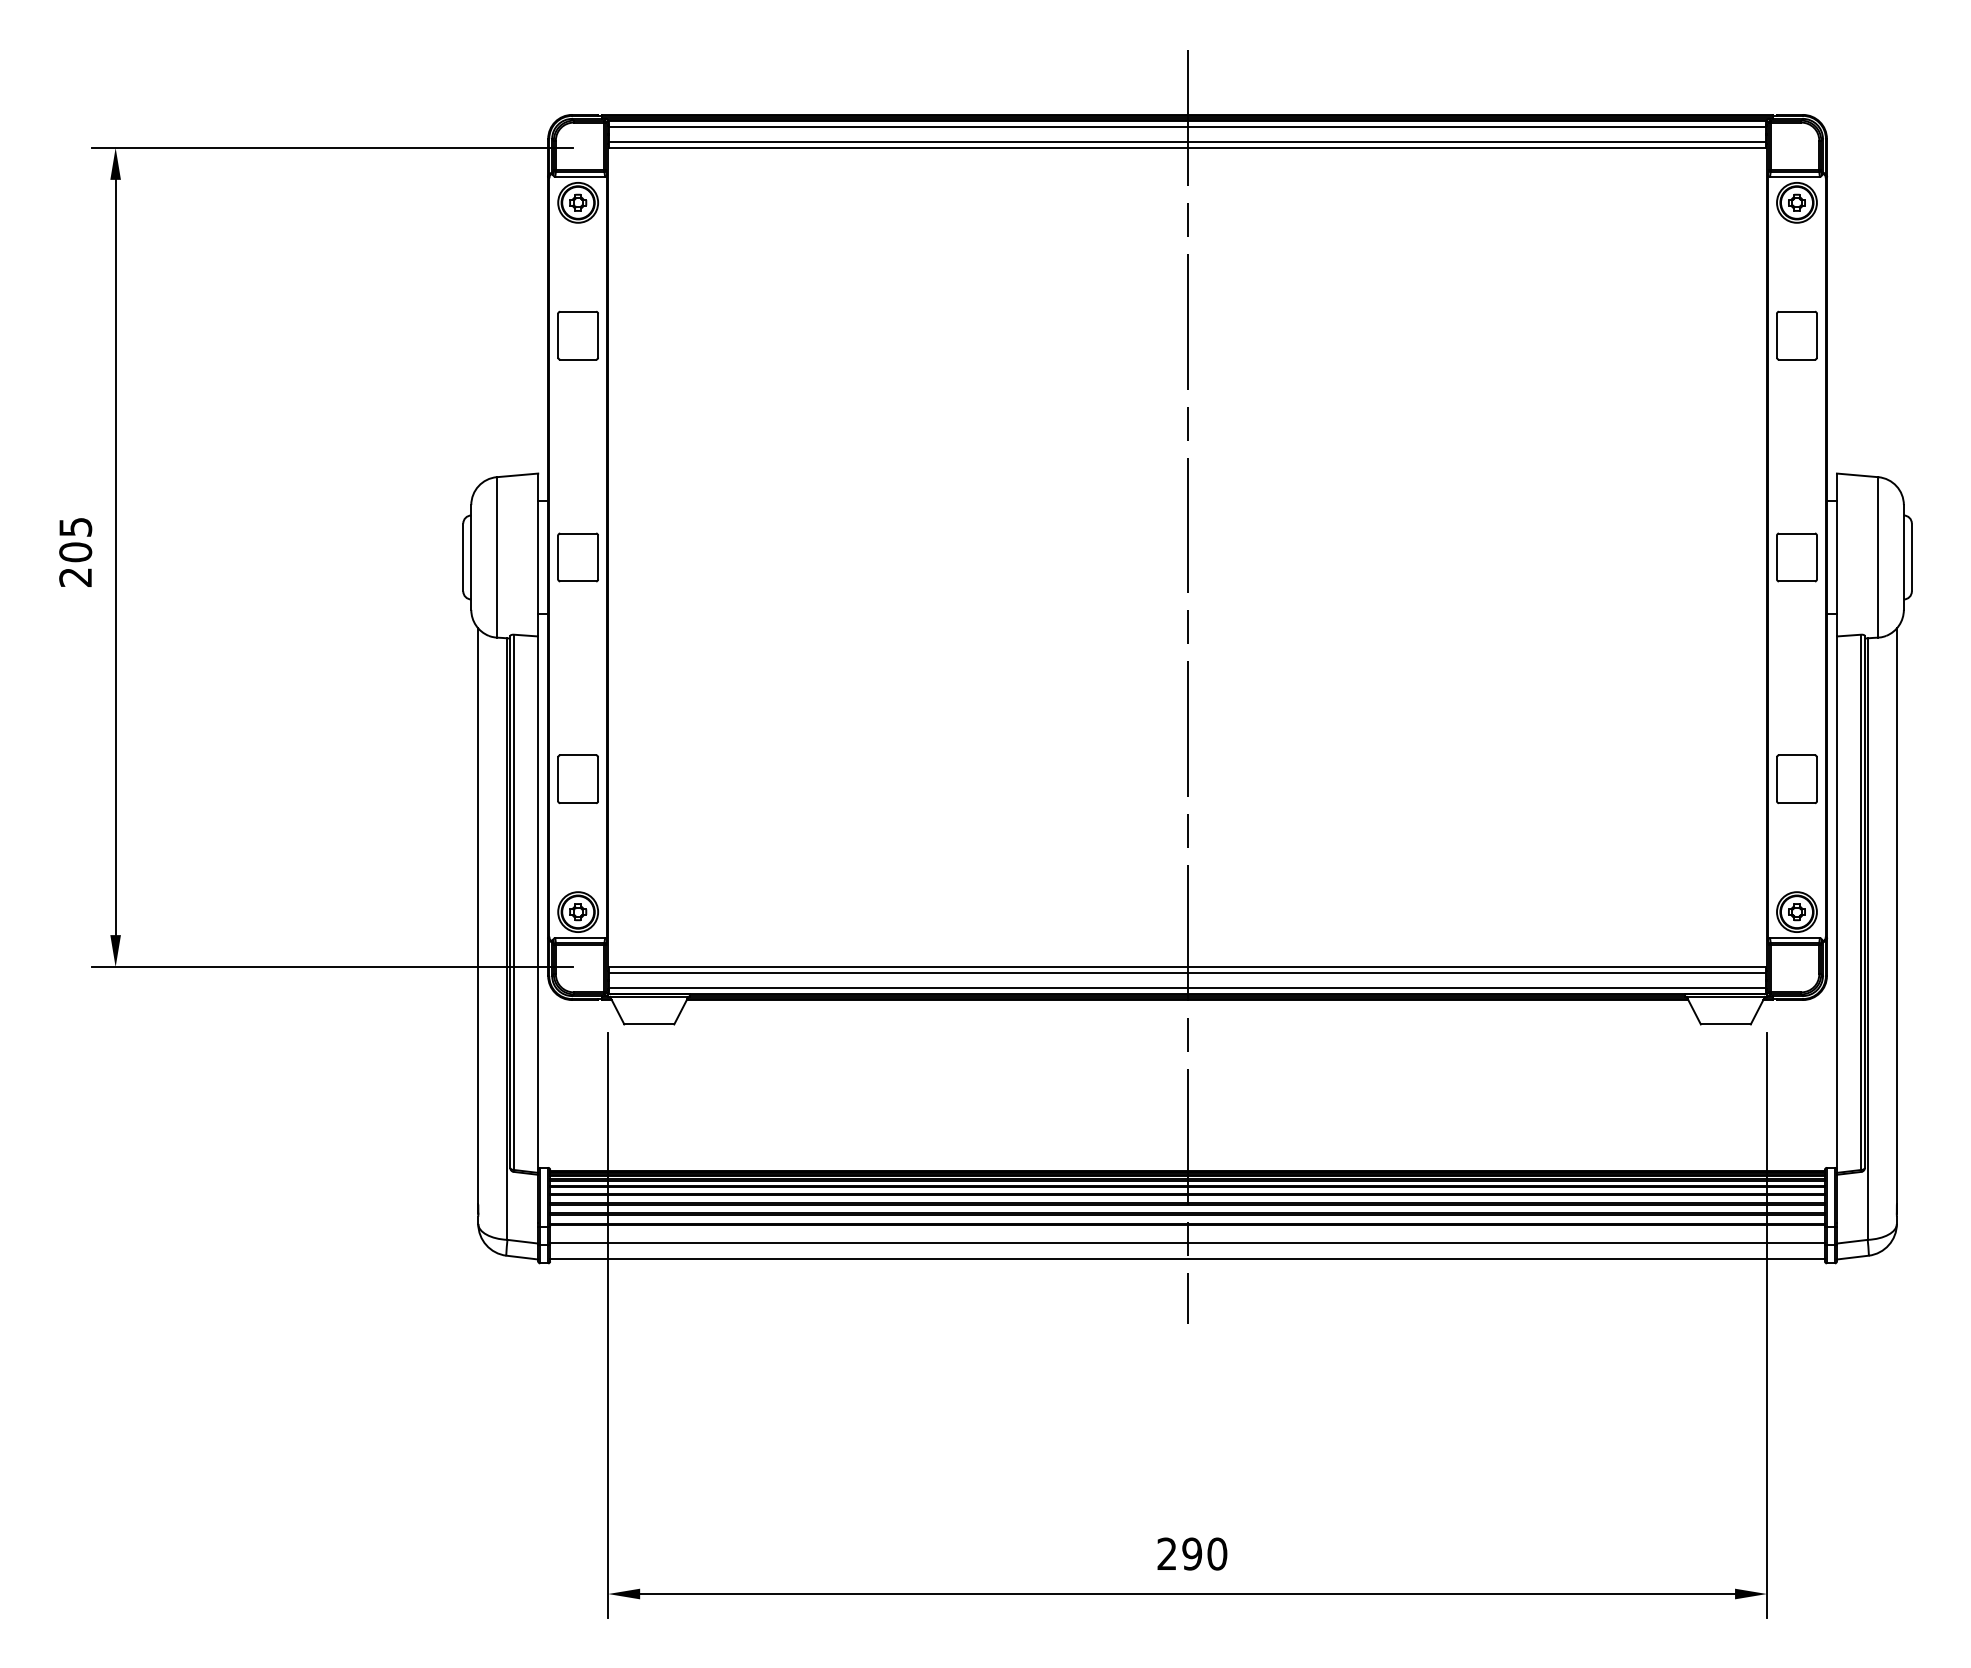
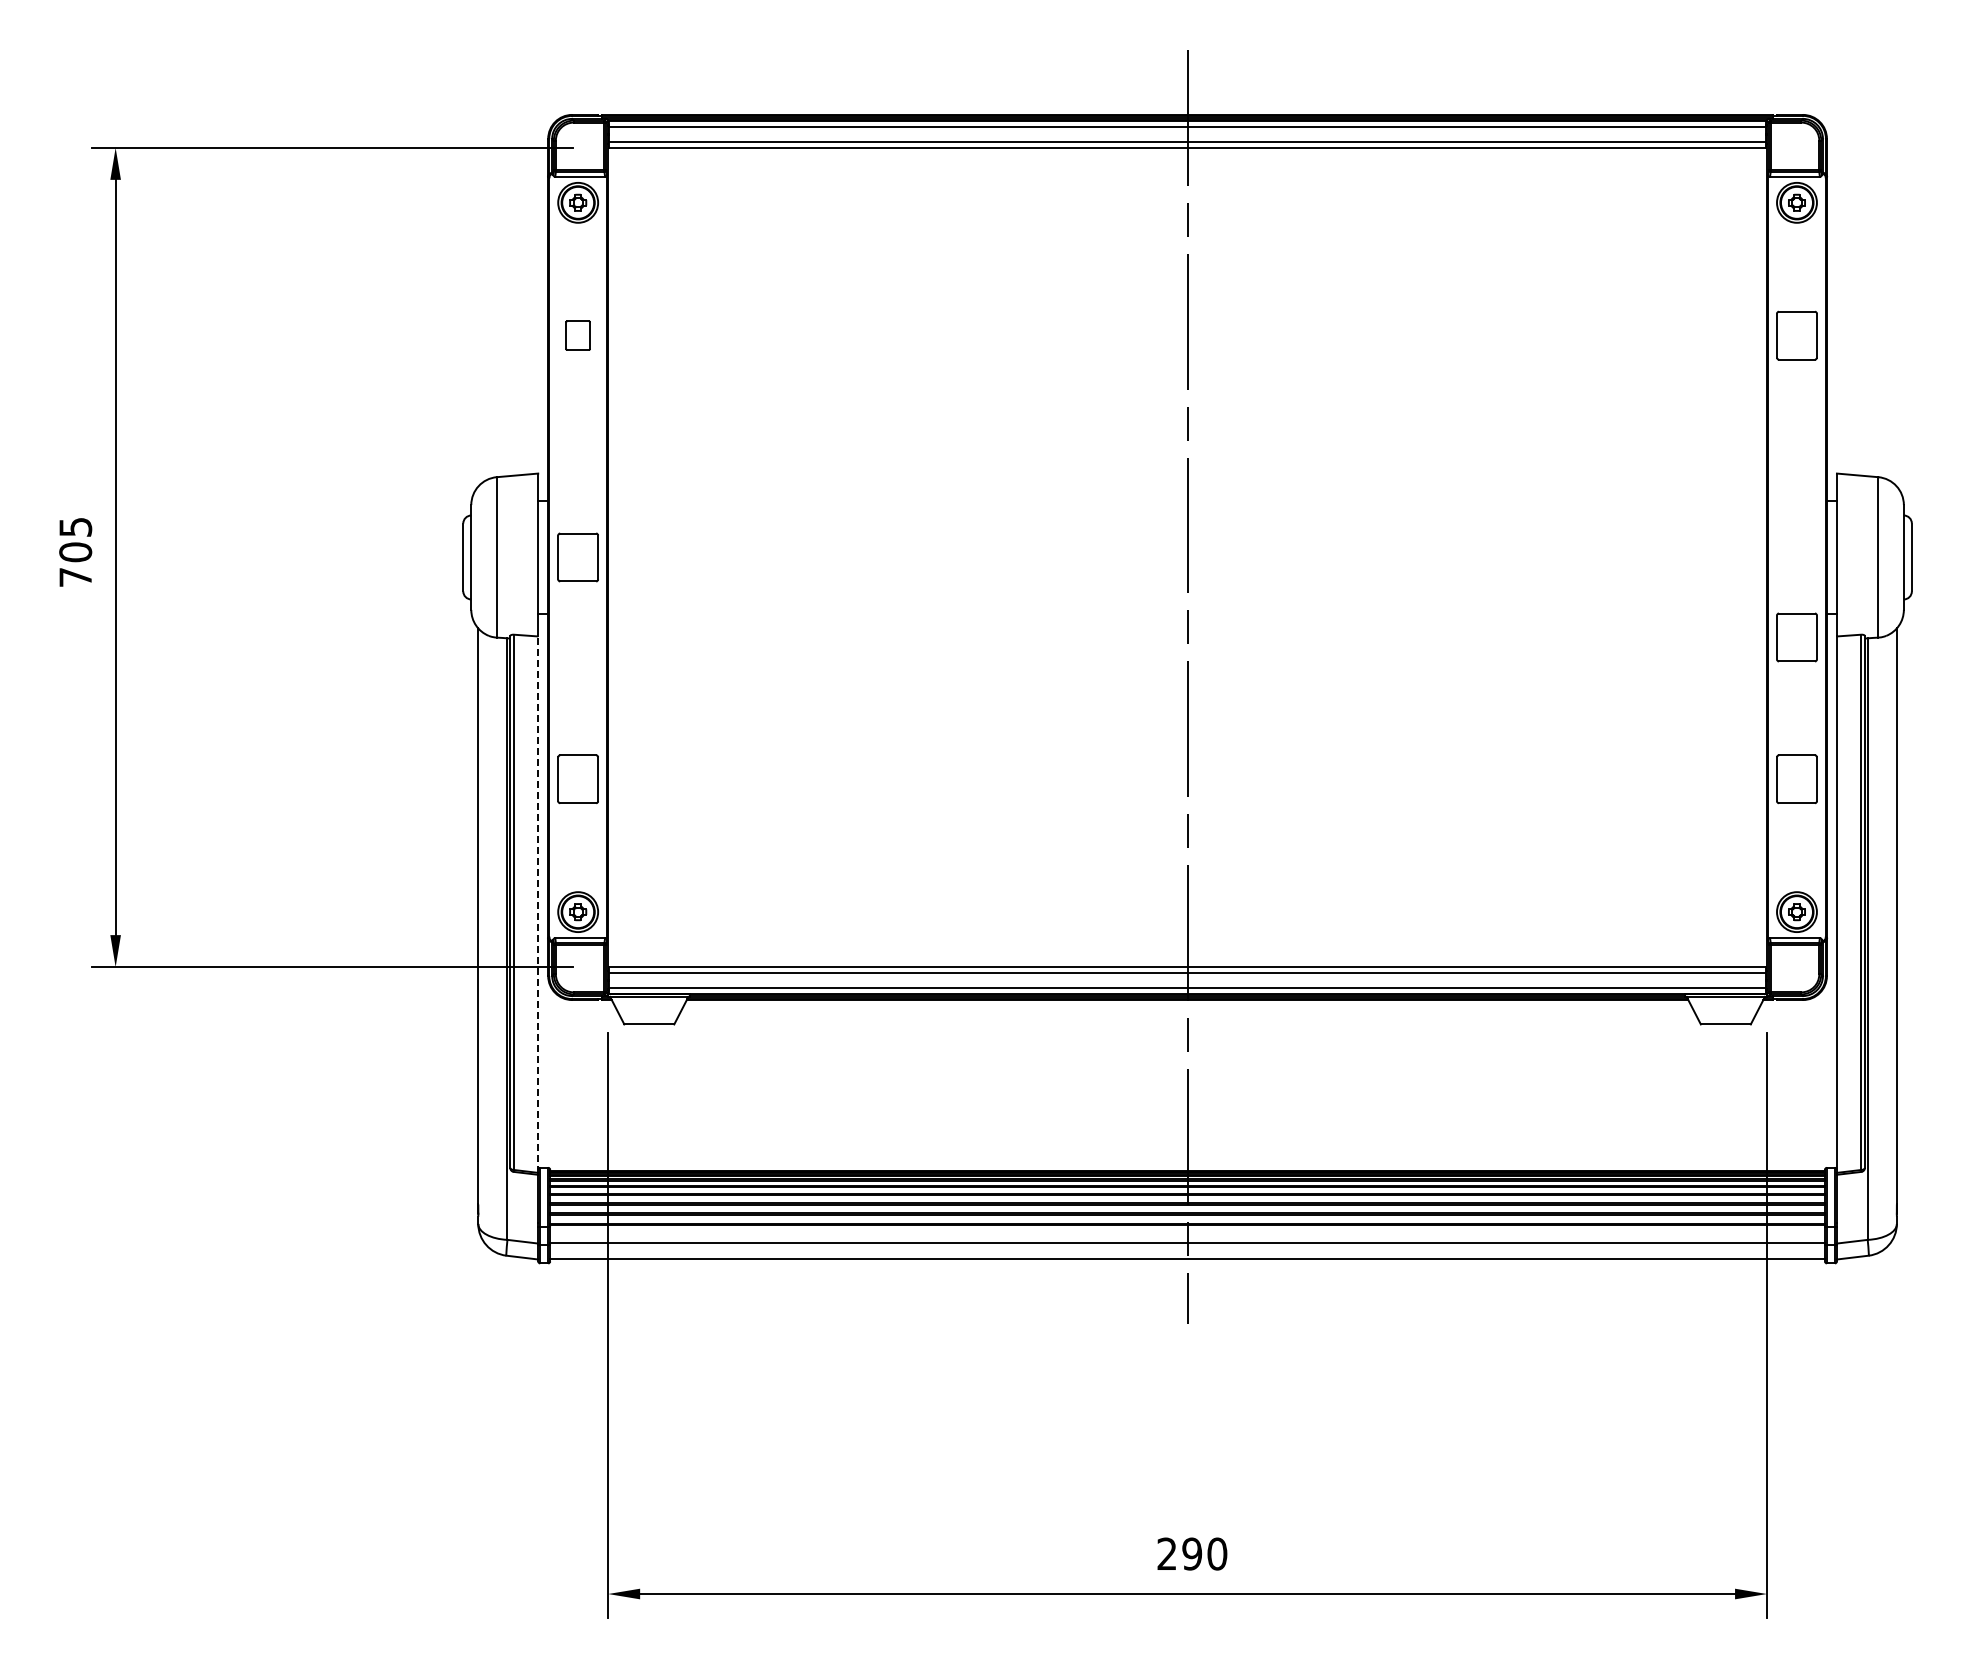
part at (577, 335) size: 42x51 px -> 26x31 px
part at (1796, 557) position: (1796, 557) -> (1796, 637)
text at (75, 577): 205 -> 705
line at (538, 904): solid -> dashed
